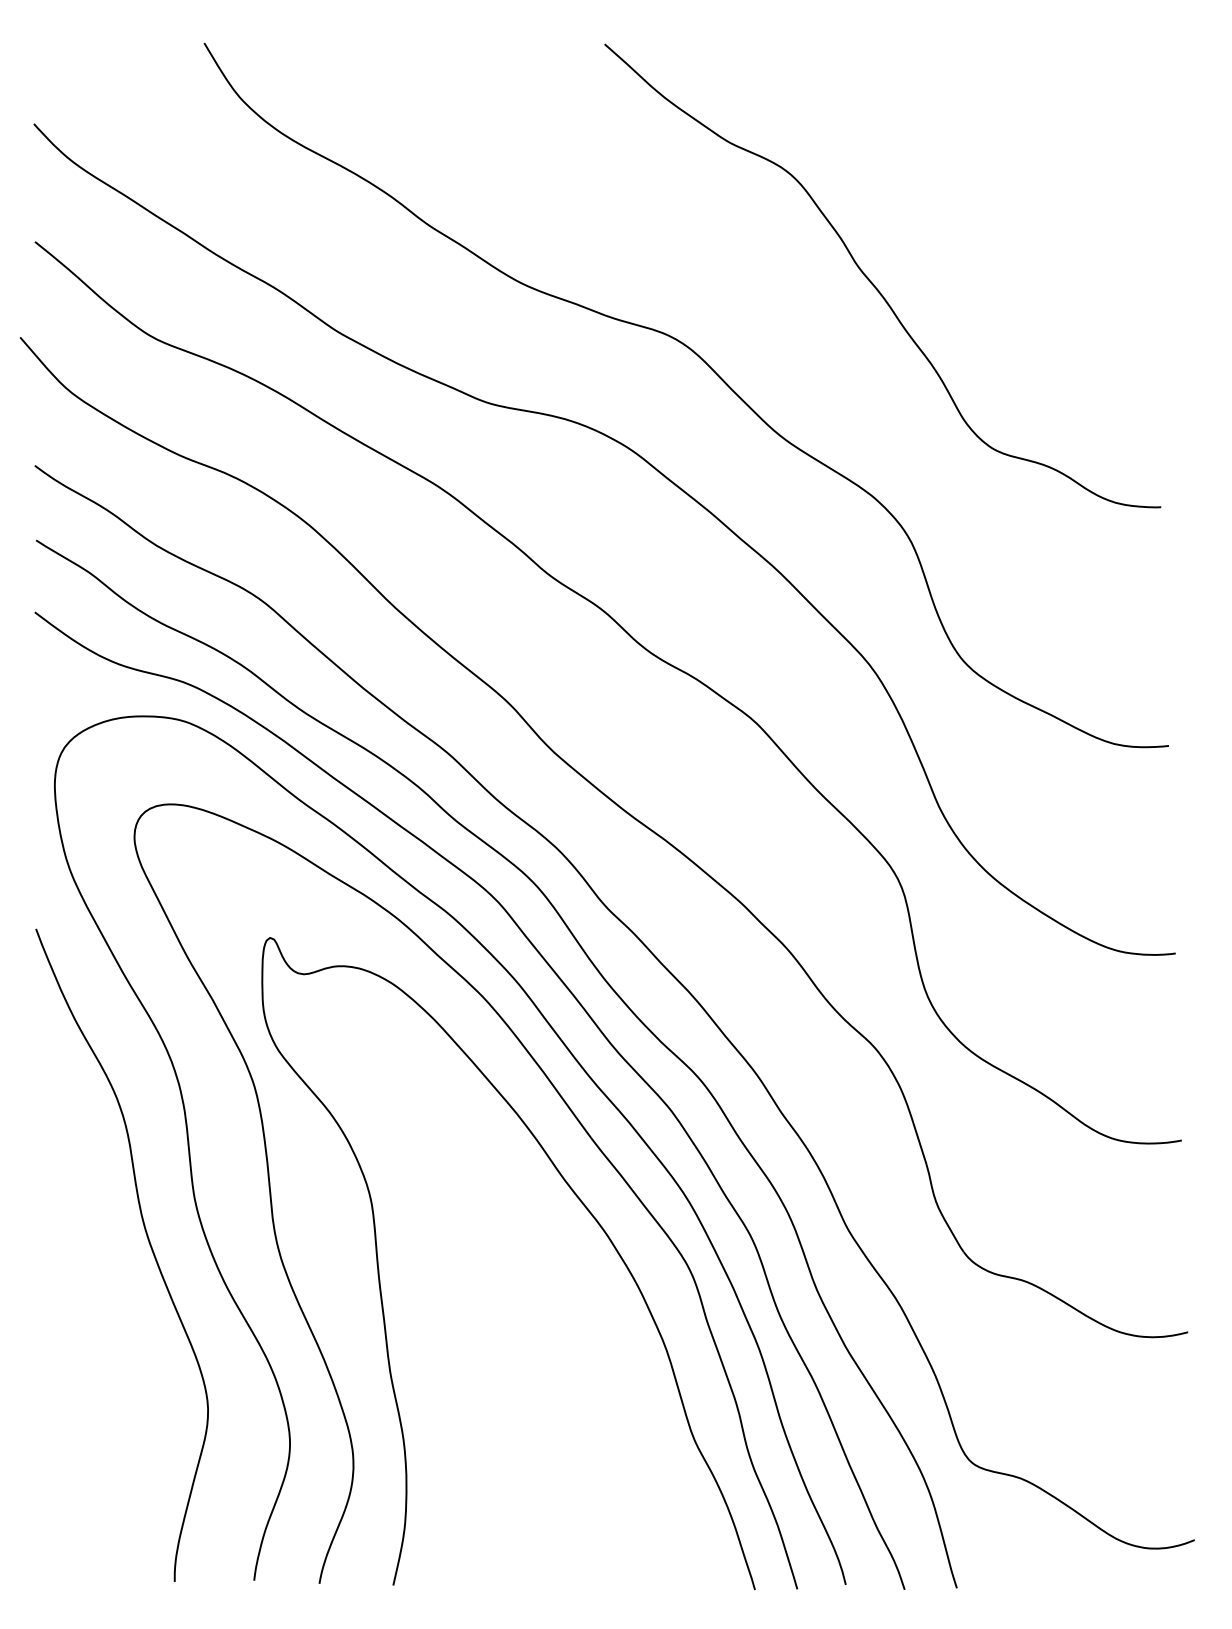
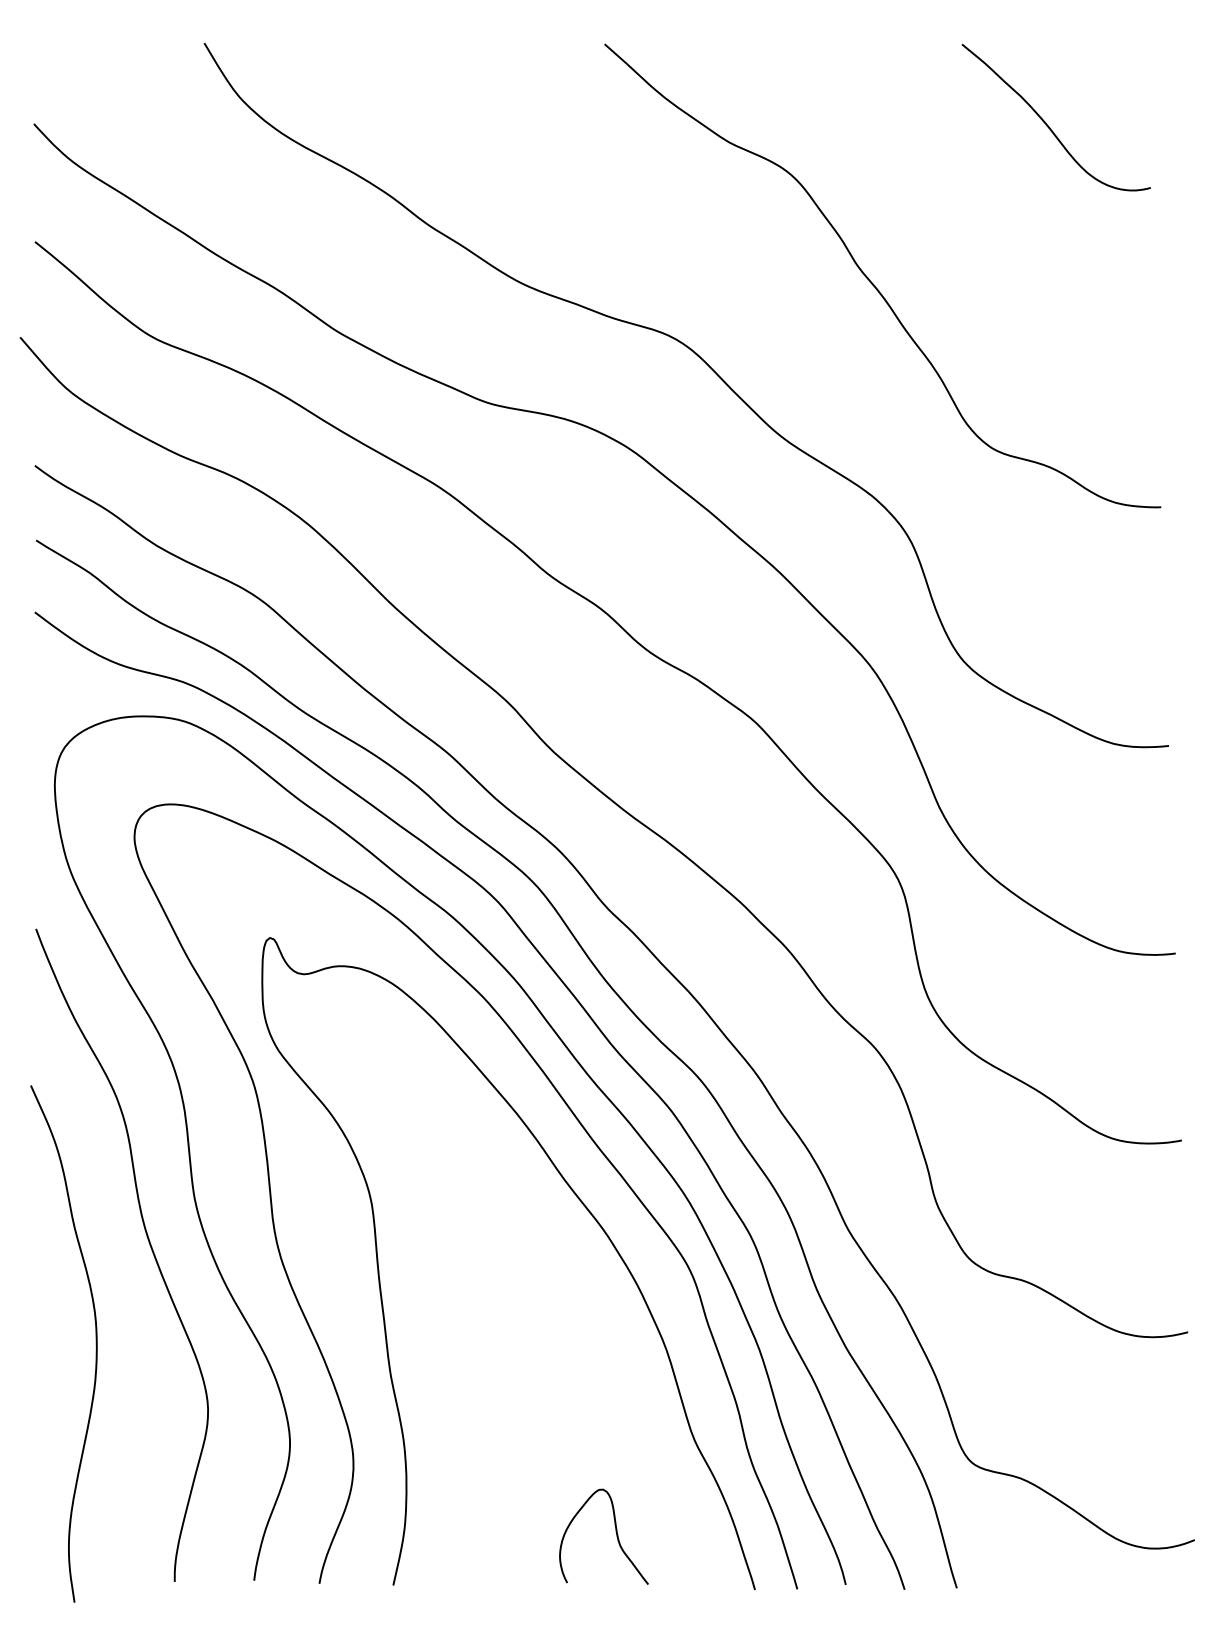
curve at (1047, 124): none -> present
curve at (95, 1343): none -> present
curve at (615, 1532): none -> present
